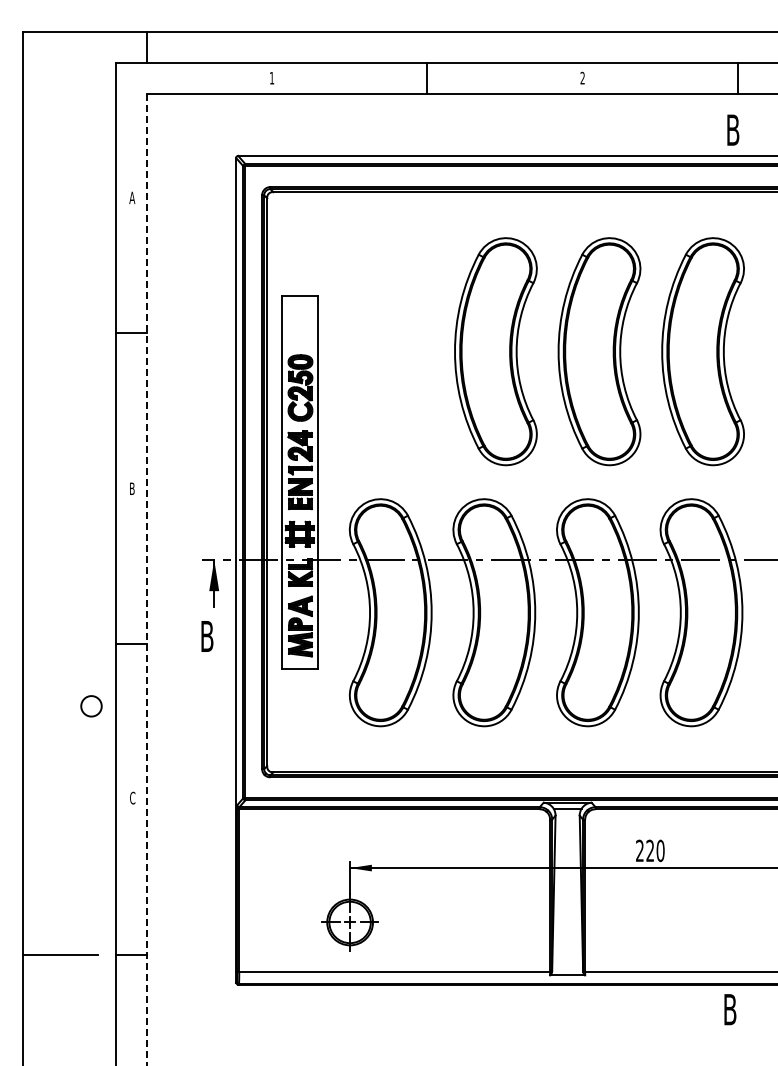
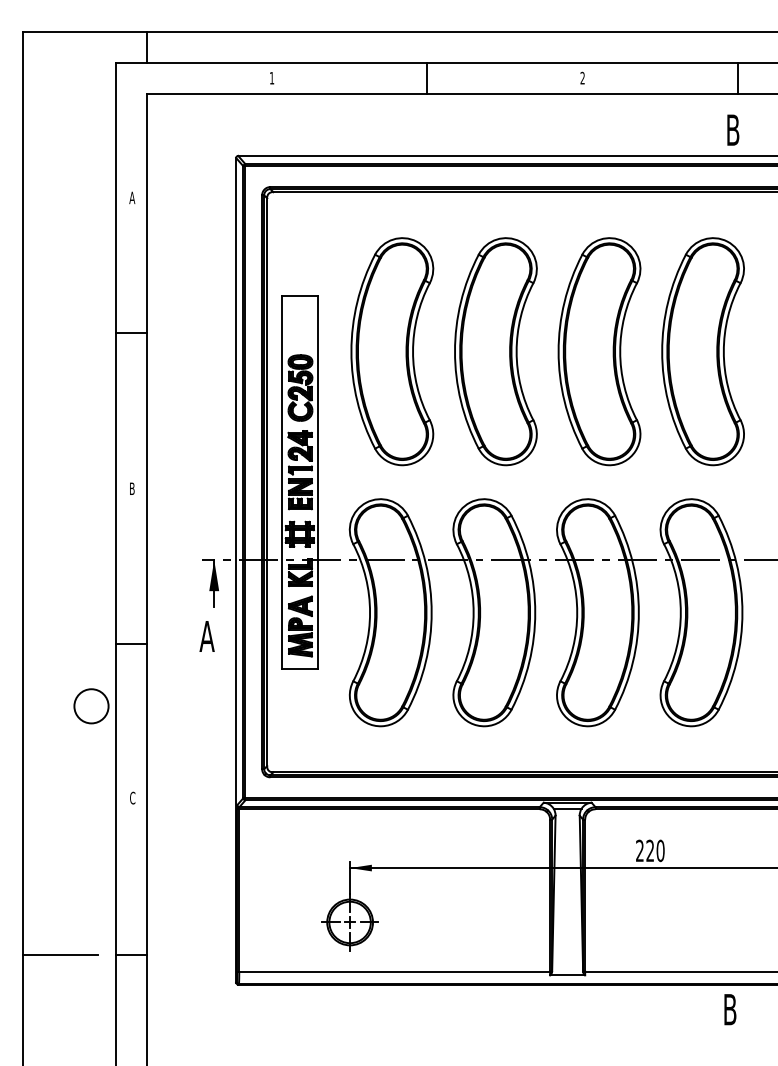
part at (392, 351): none -> present
line at (147, 580): dashed -> solid
text at (206, 636): B -> A
circle at (91, 706) diameter: 21 px -> 34 px
